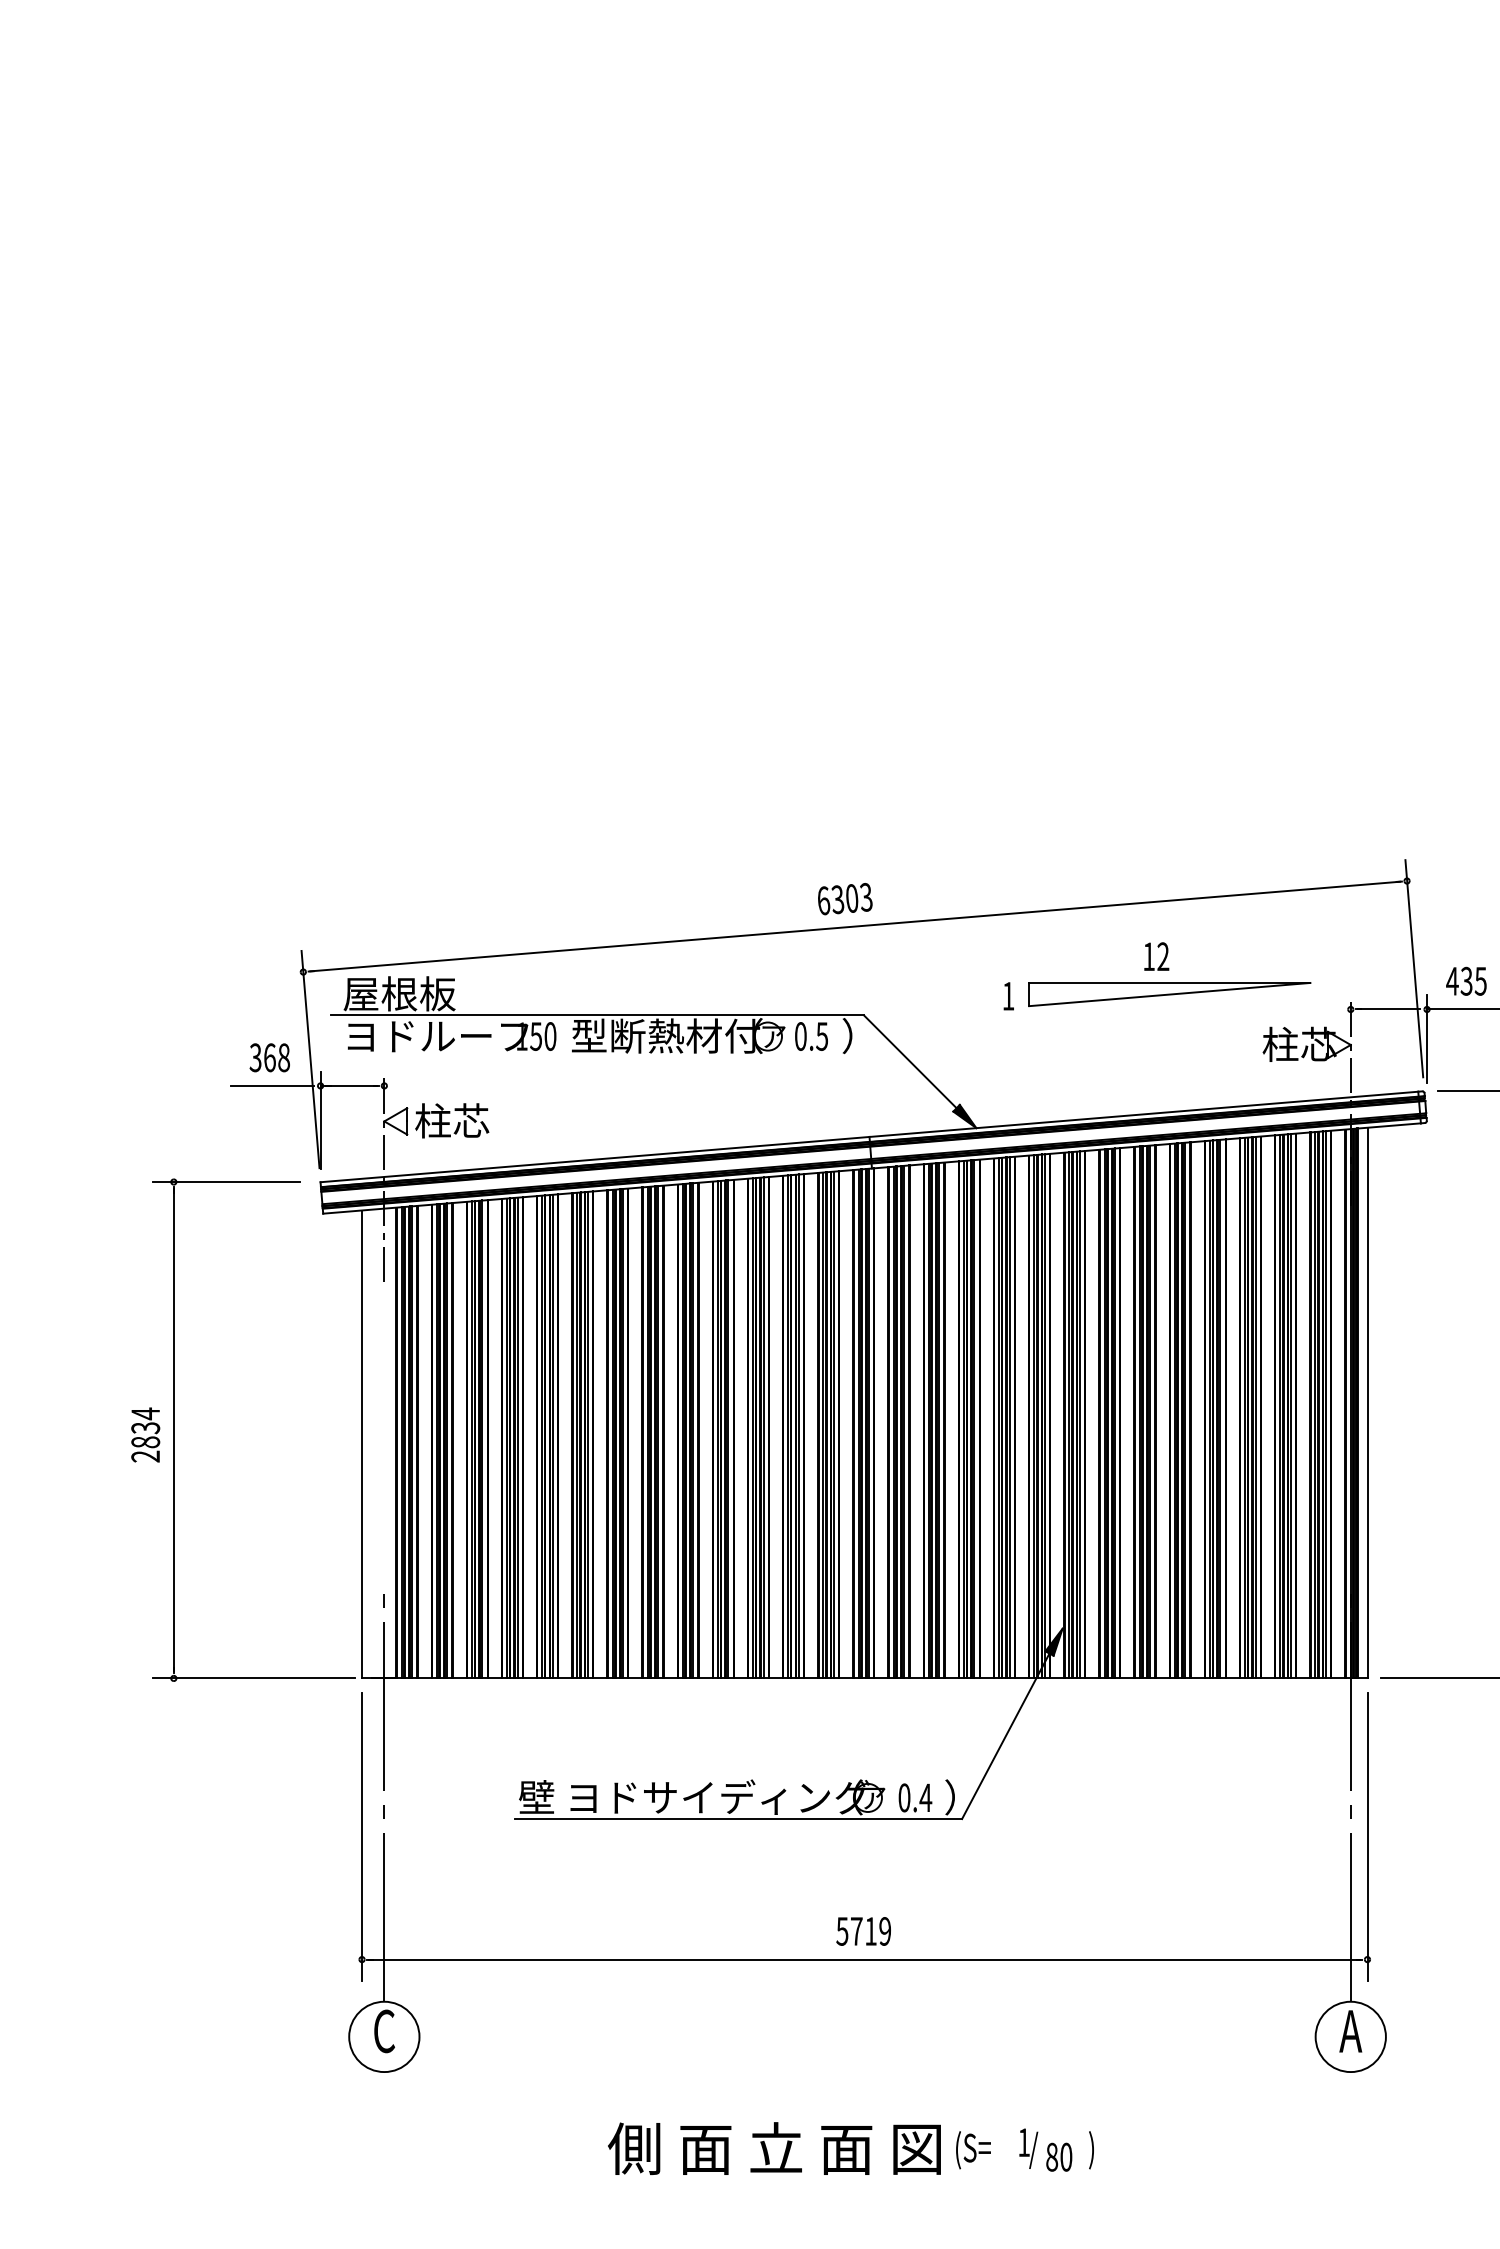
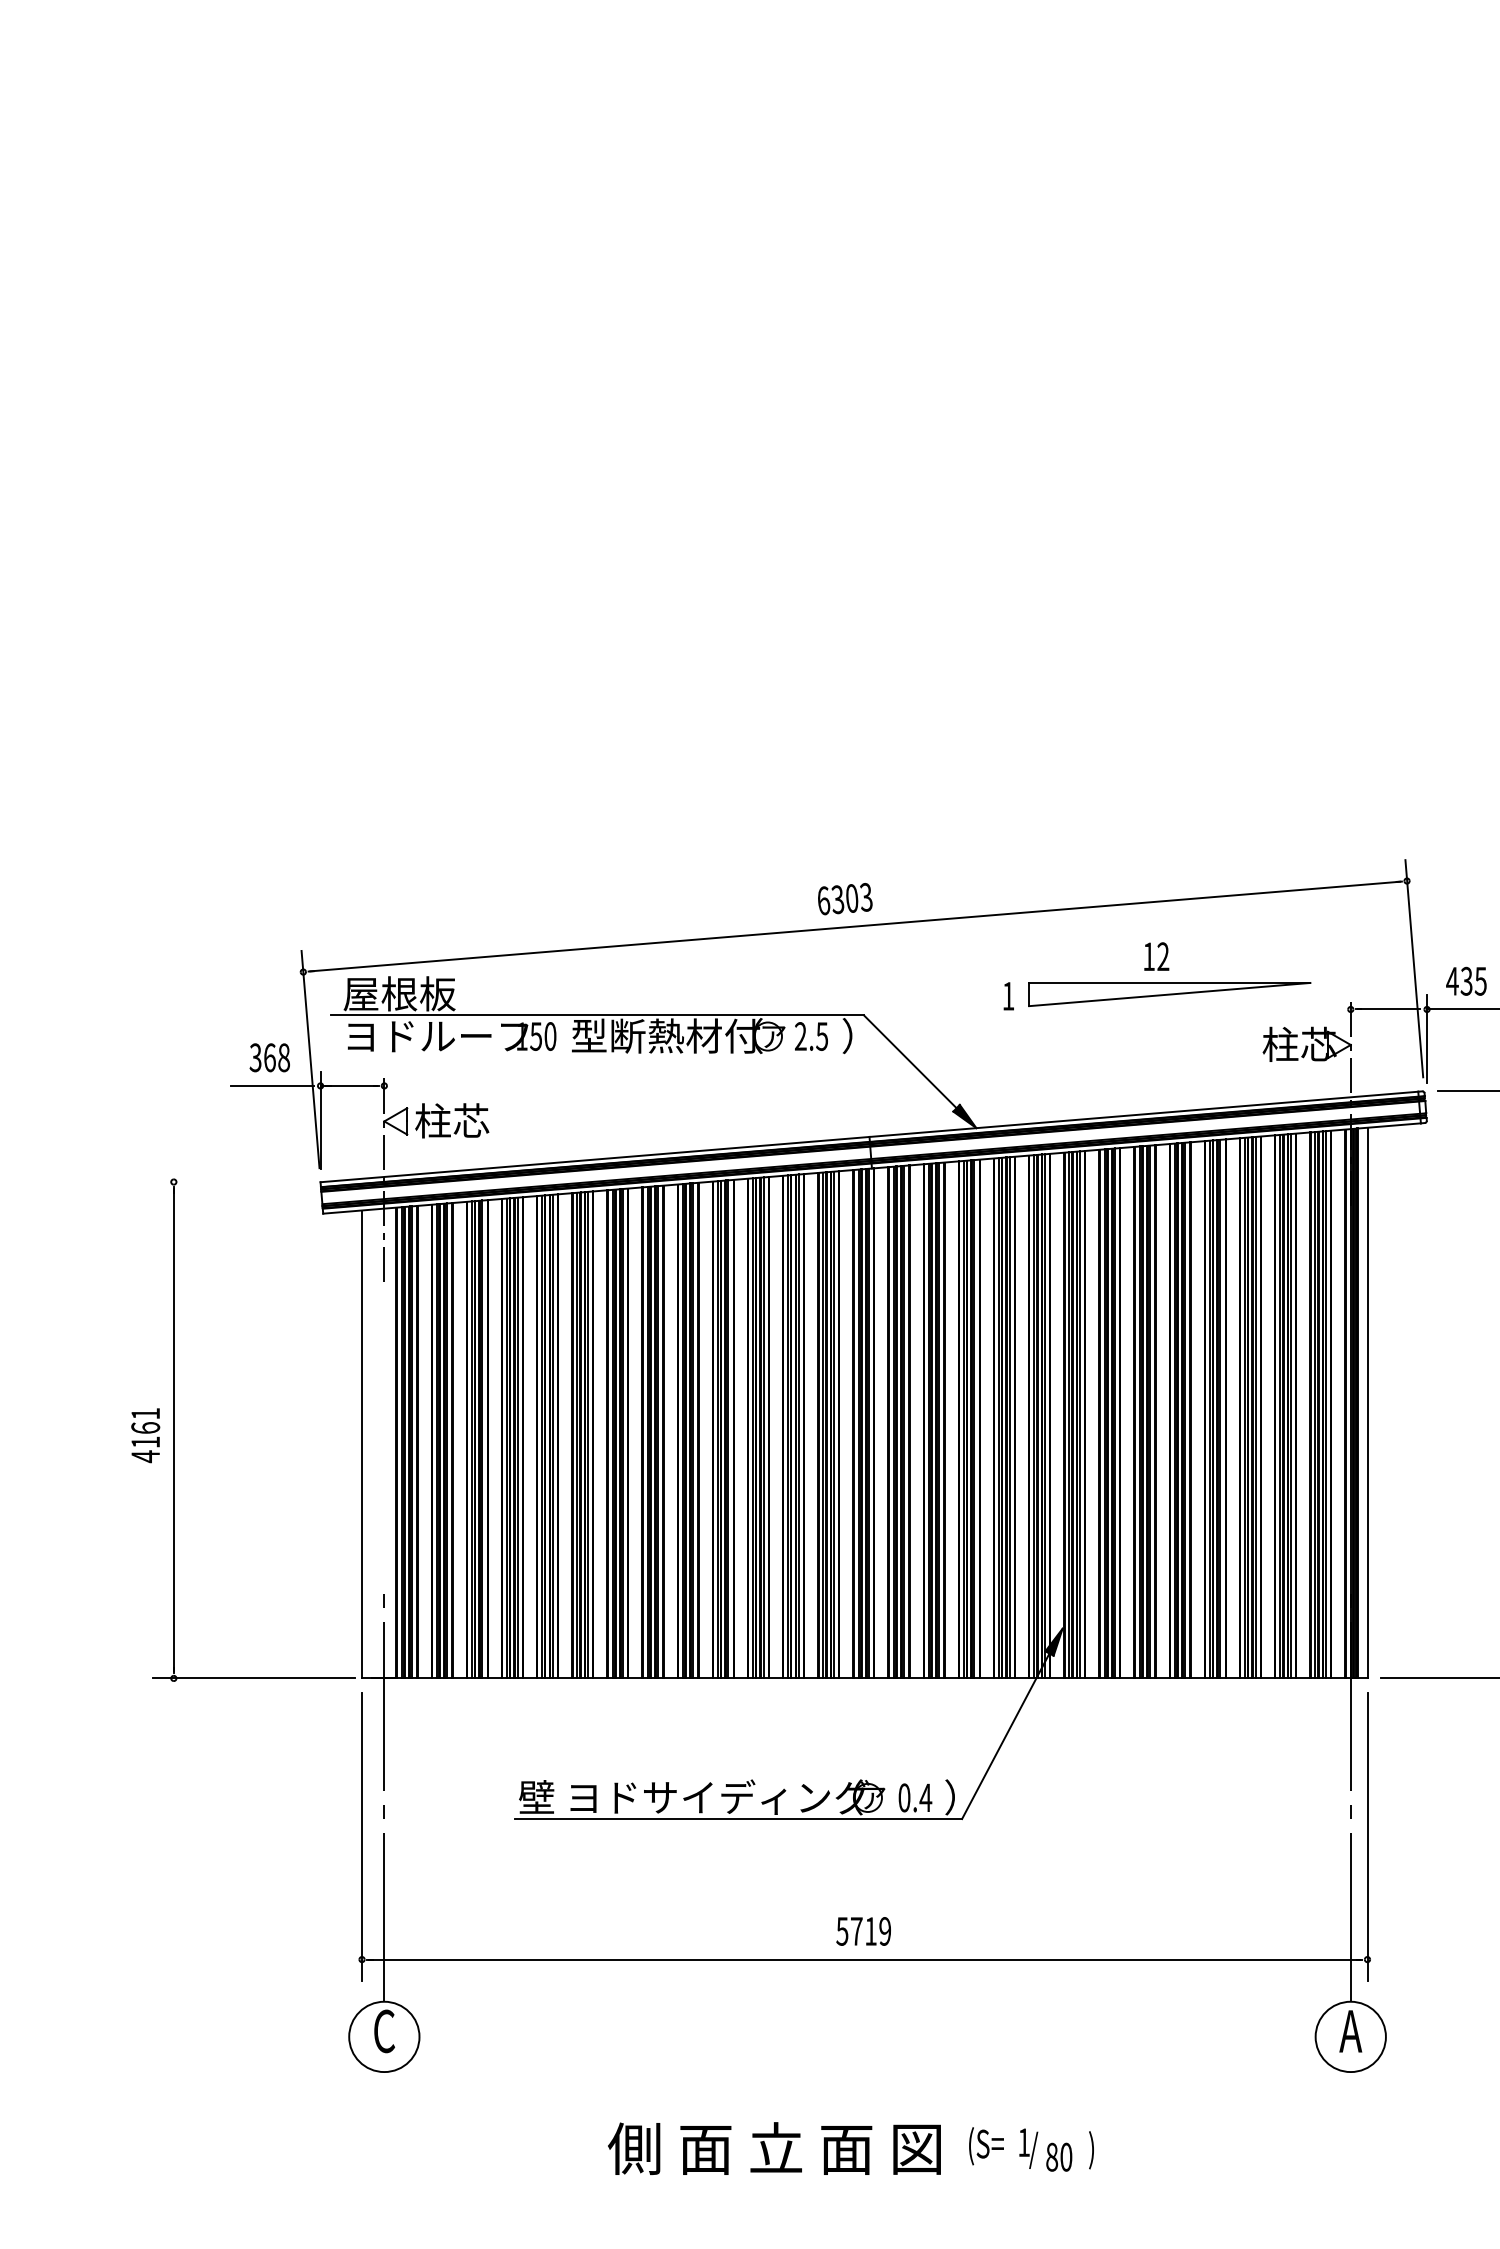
text at (800, 1036): 0.5 -> 2.5
line at (226, 1182): present -> none
text at (145, 1435): 2834 -> 4161
text at (973, 2150) position: (973, 2150) -> (986, 2146)
